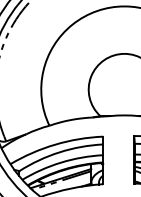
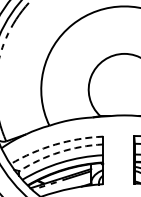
arc at (55, 144): solid -> dashed
arc at (59, 152): solid -> dashed
